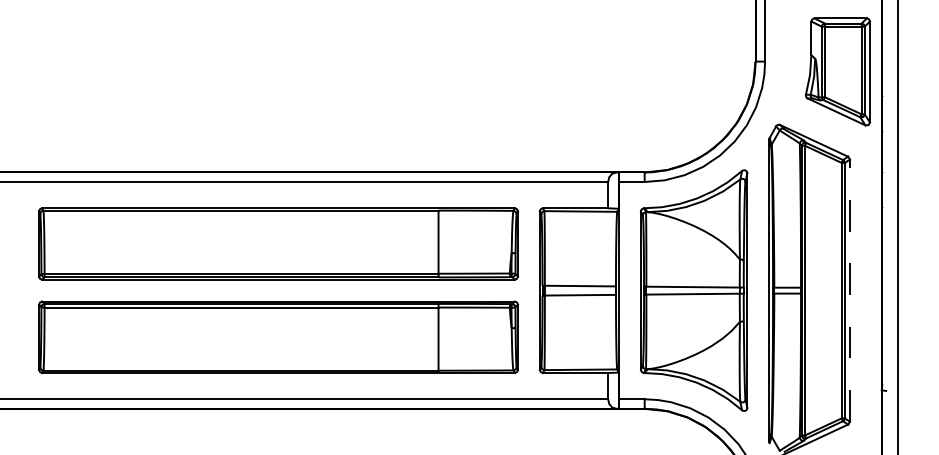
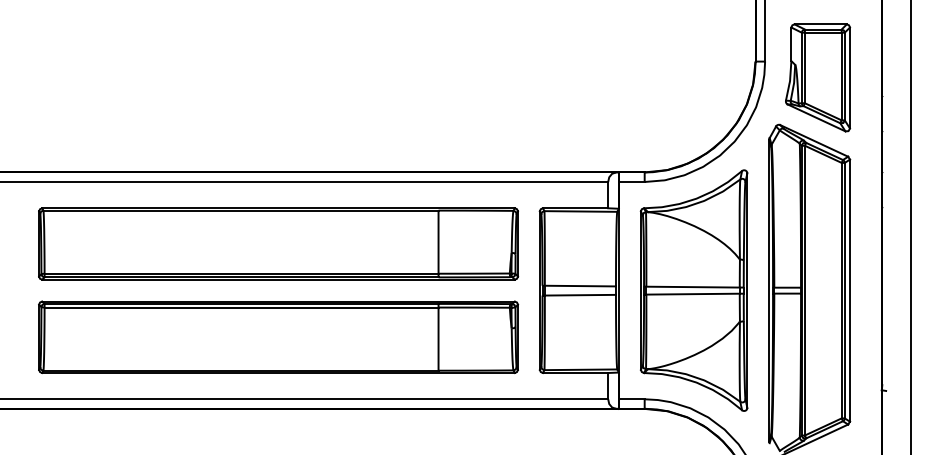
part at (838, 71) position: (838, 71) -> (818, 77)
line at (897, 226) position: (897, 226) -> (910, 226)
line at (850, 290): dashed -> solid
